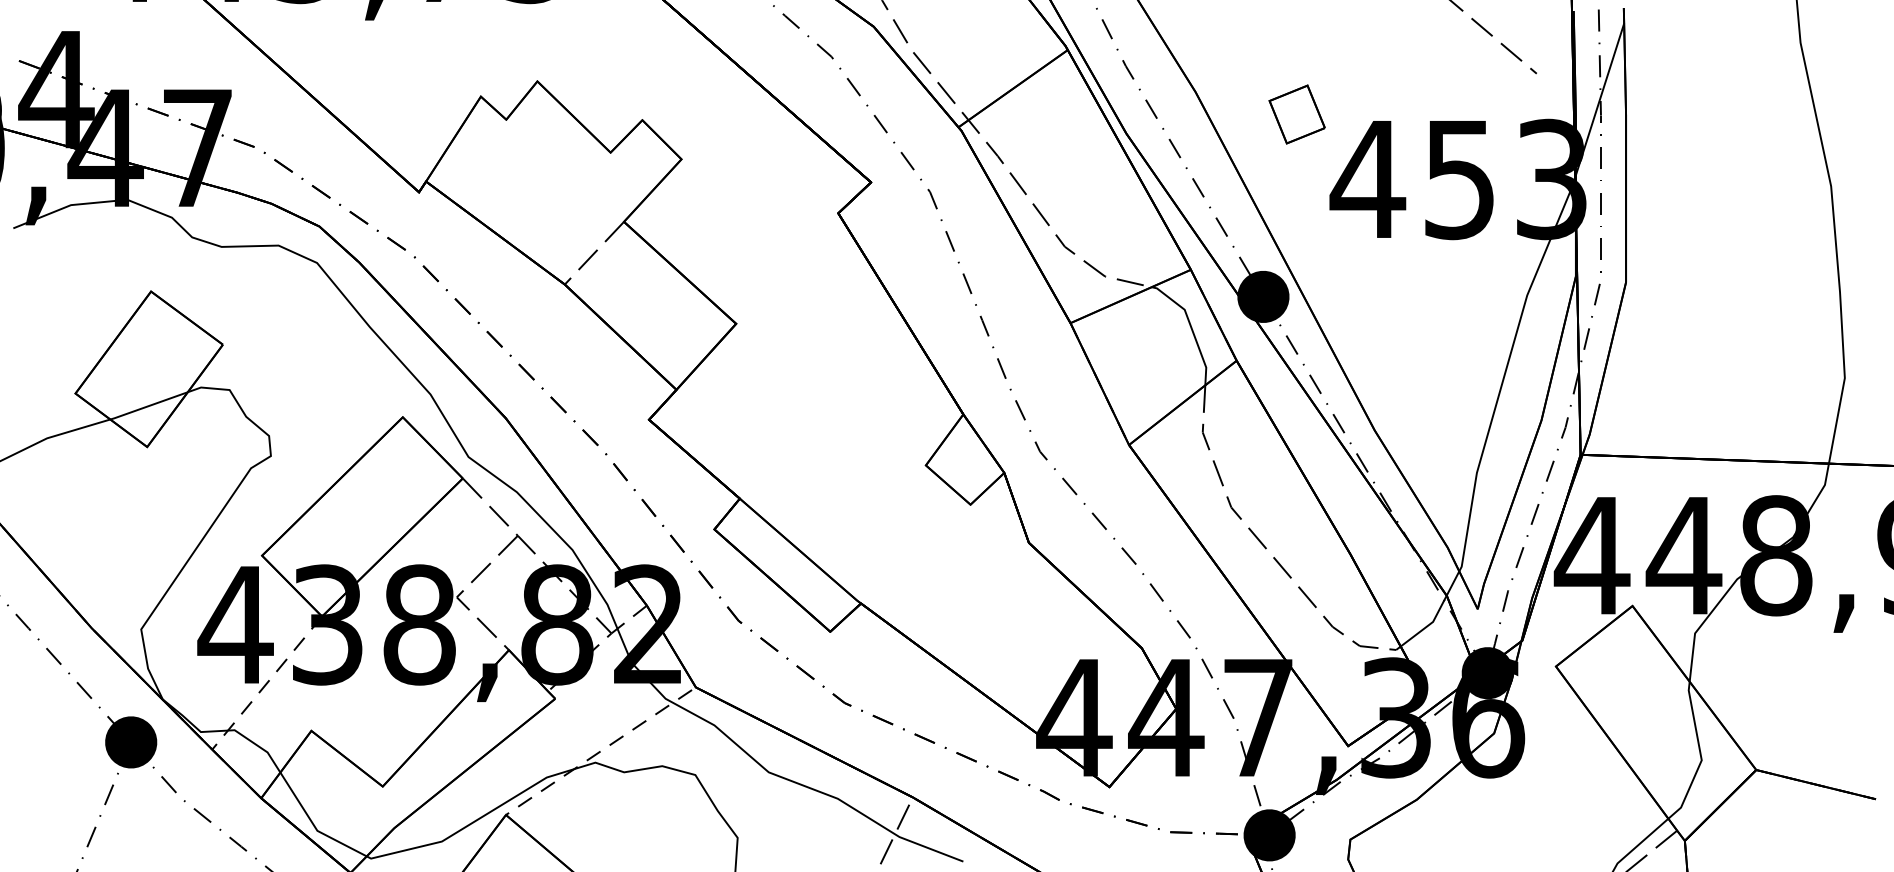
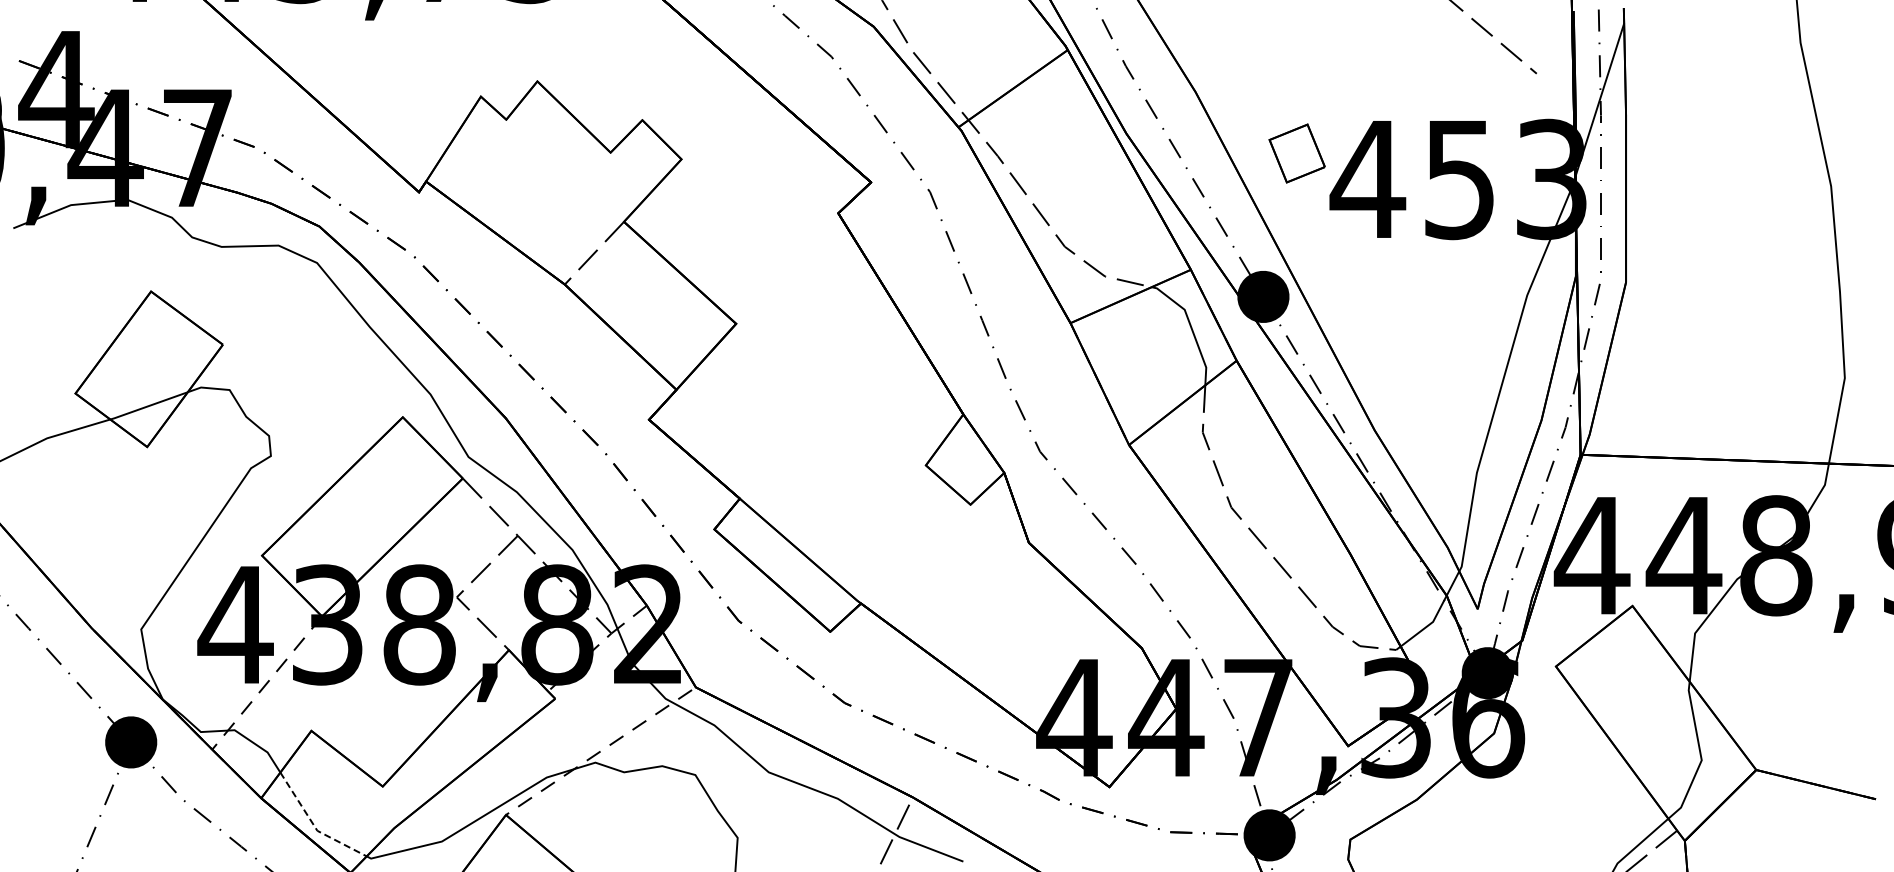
part at (1296, 114) position: (1296, 114) -> (1296, 153)
line at (314, 825): solid -> dashed
